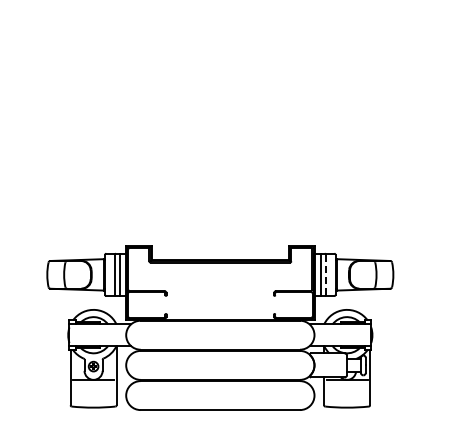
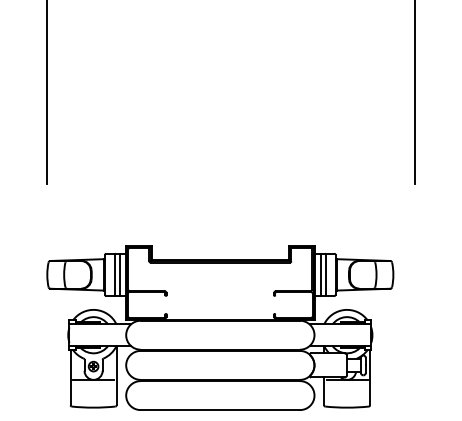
line at (47, 92): none -> present
line at (414, 92): none -> present
line at (325, 274): dashed -> solid
